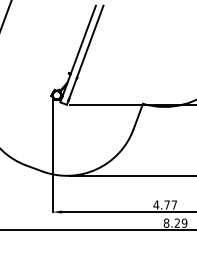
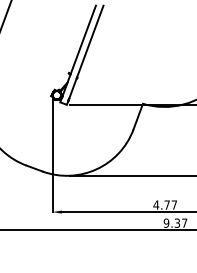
text at (175, 222): 8.29 -> 9.37
